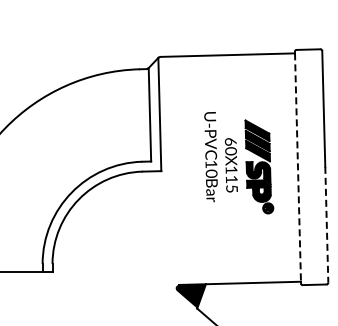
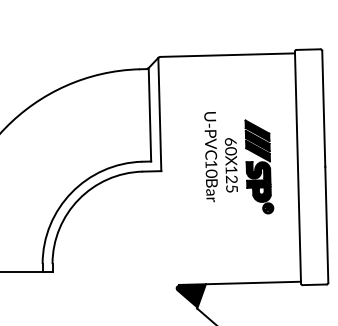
line at (298, 168): dashed -> solid
text at (231, 179): 115 -> 125
line at (326, 224): dashed -> solid
